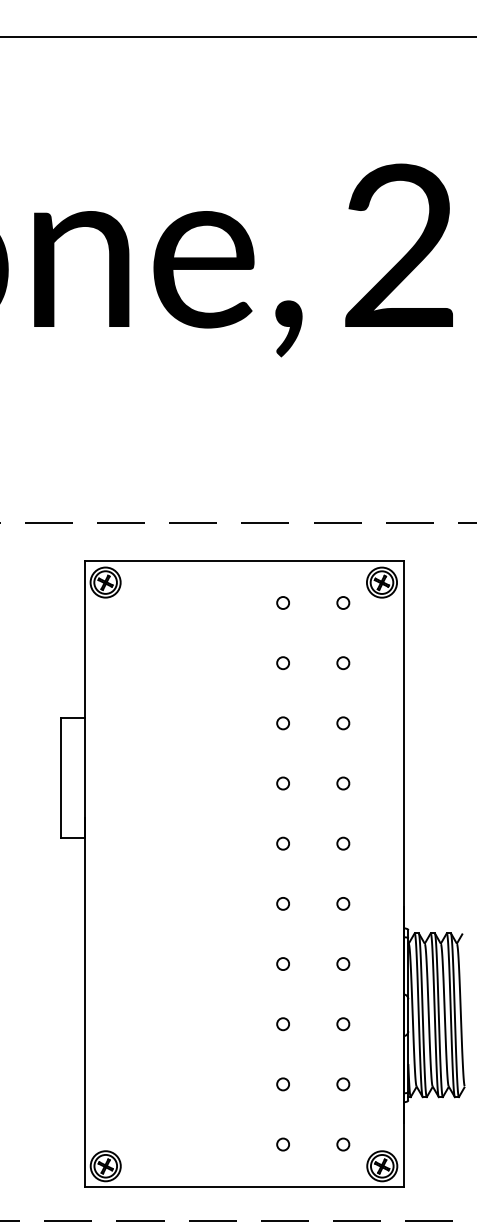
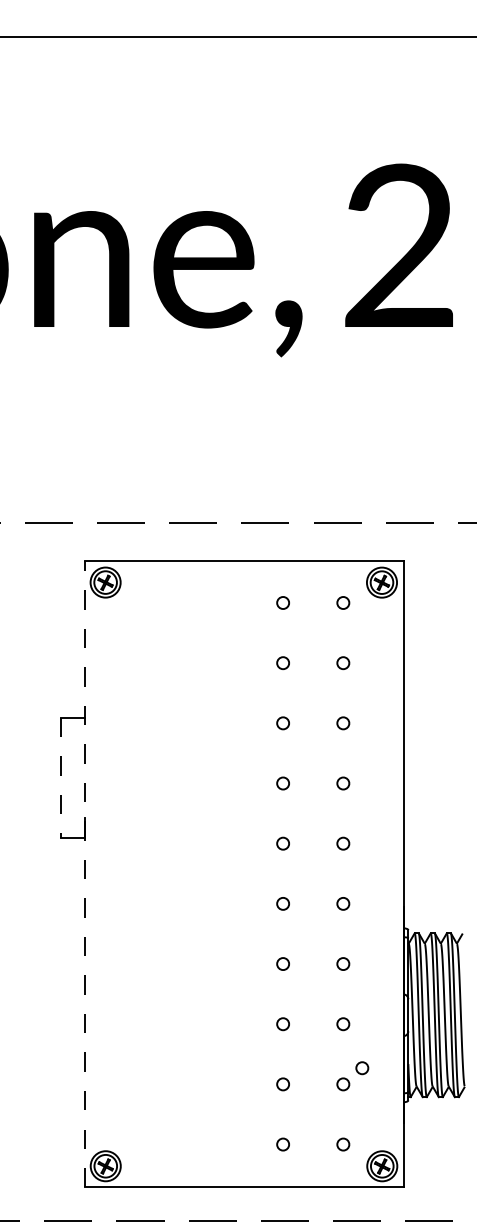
line at (60, 778): solid -> dashed
line at (84, 874): solid -> dashed
circle at (362, 1068): none -> present
